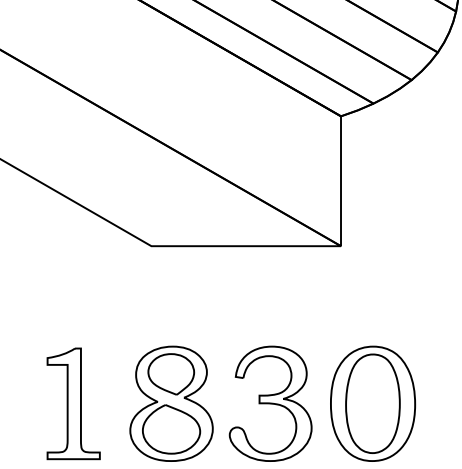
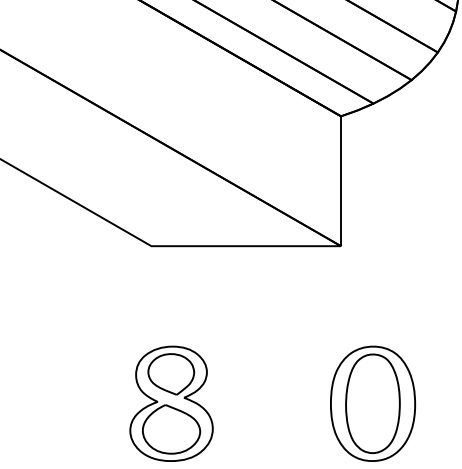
part at (73, 403): present -> none
part at (270, 403): present -> none
